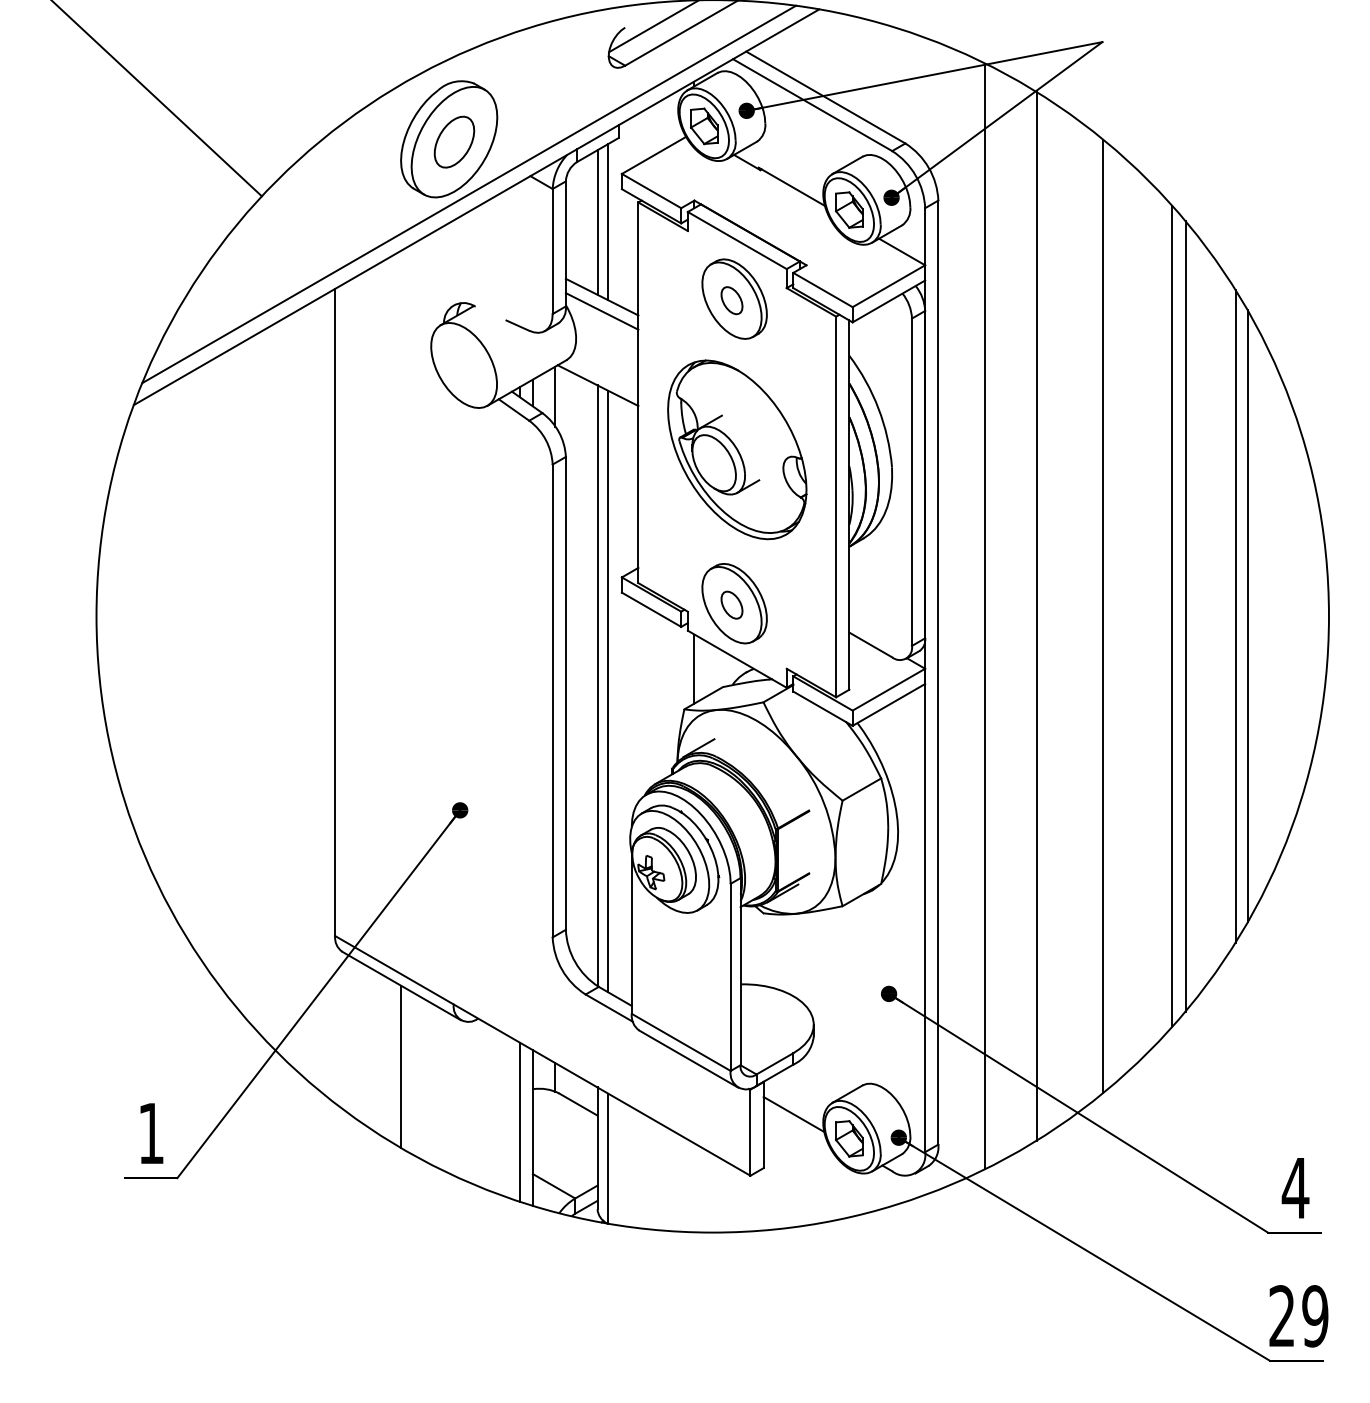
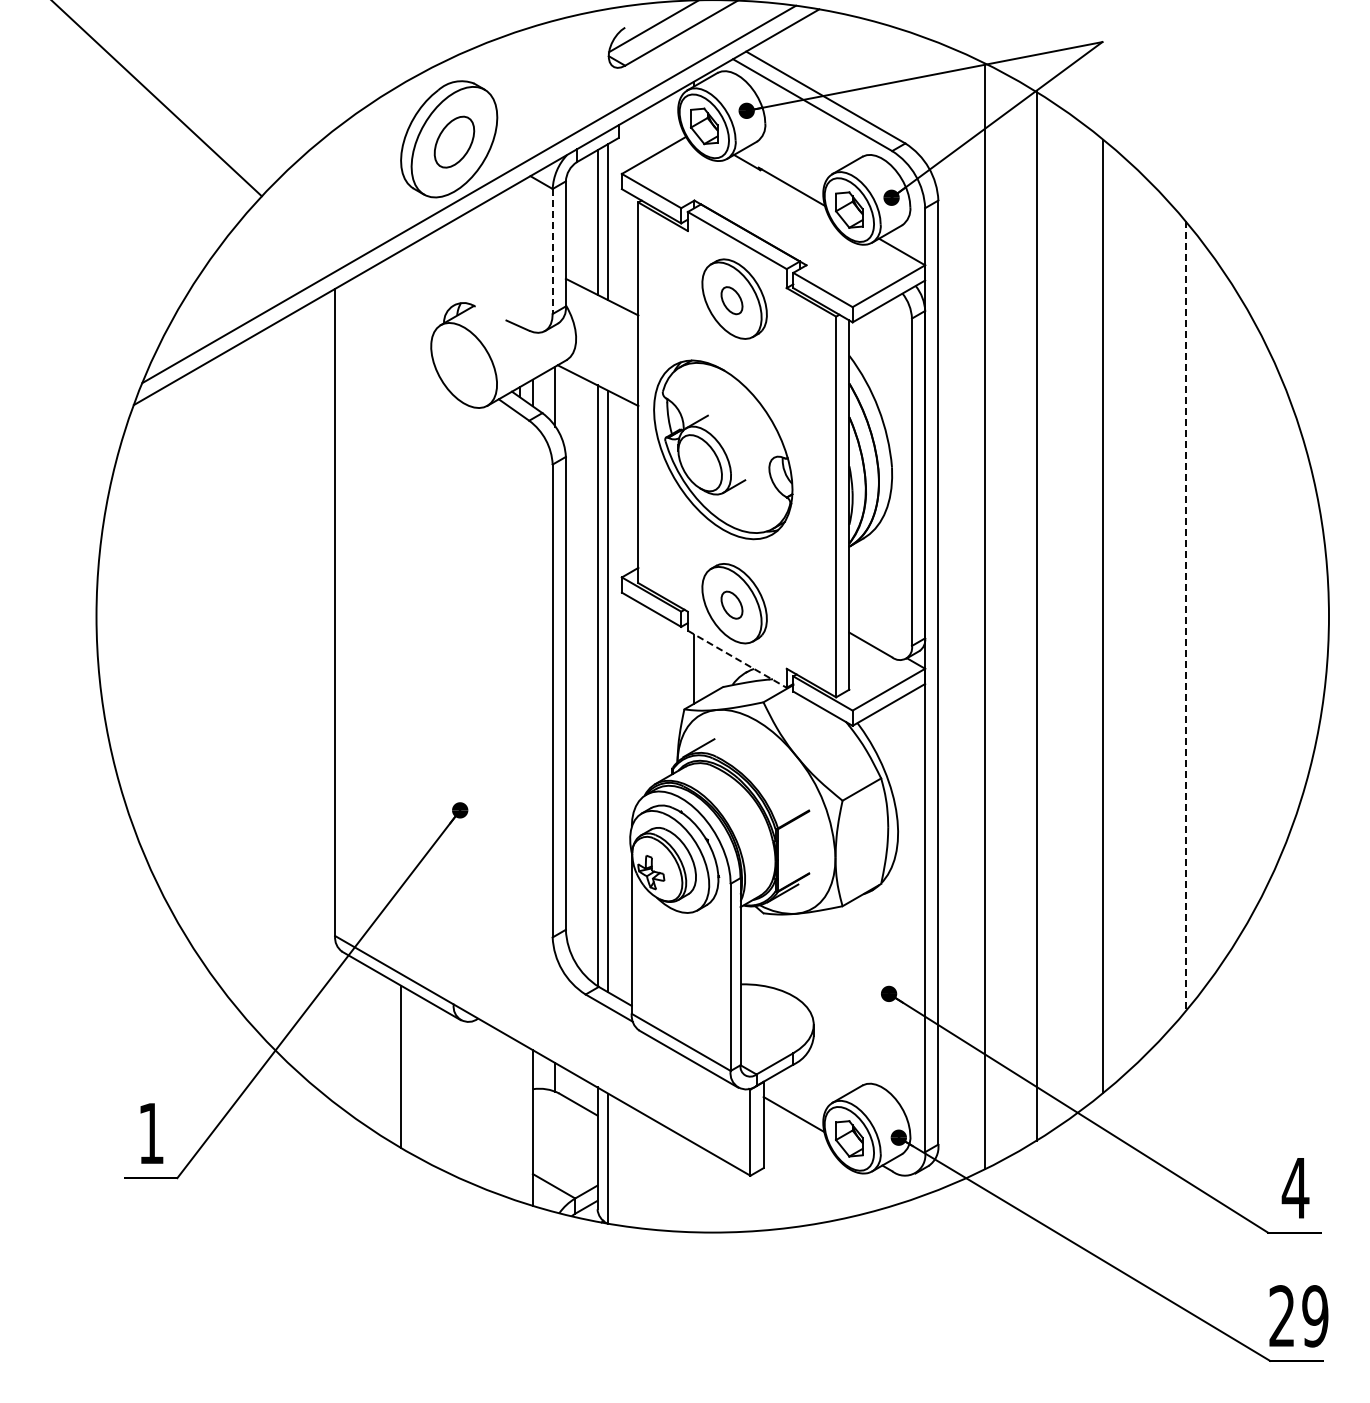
line at (552, 251): solid -> dashed
line at (601, 311): present -> none
part at (737, 449) position: (737, 449) -> (723, 449)
line at (1172, 615): present -> none
line at (1185, 616): solid -> dashed
line at (1235, 616): present -> none
line at (1247, 616): present -> none
line at (737, 659): solid -> dashed
line at (519, 1121): present -> none
